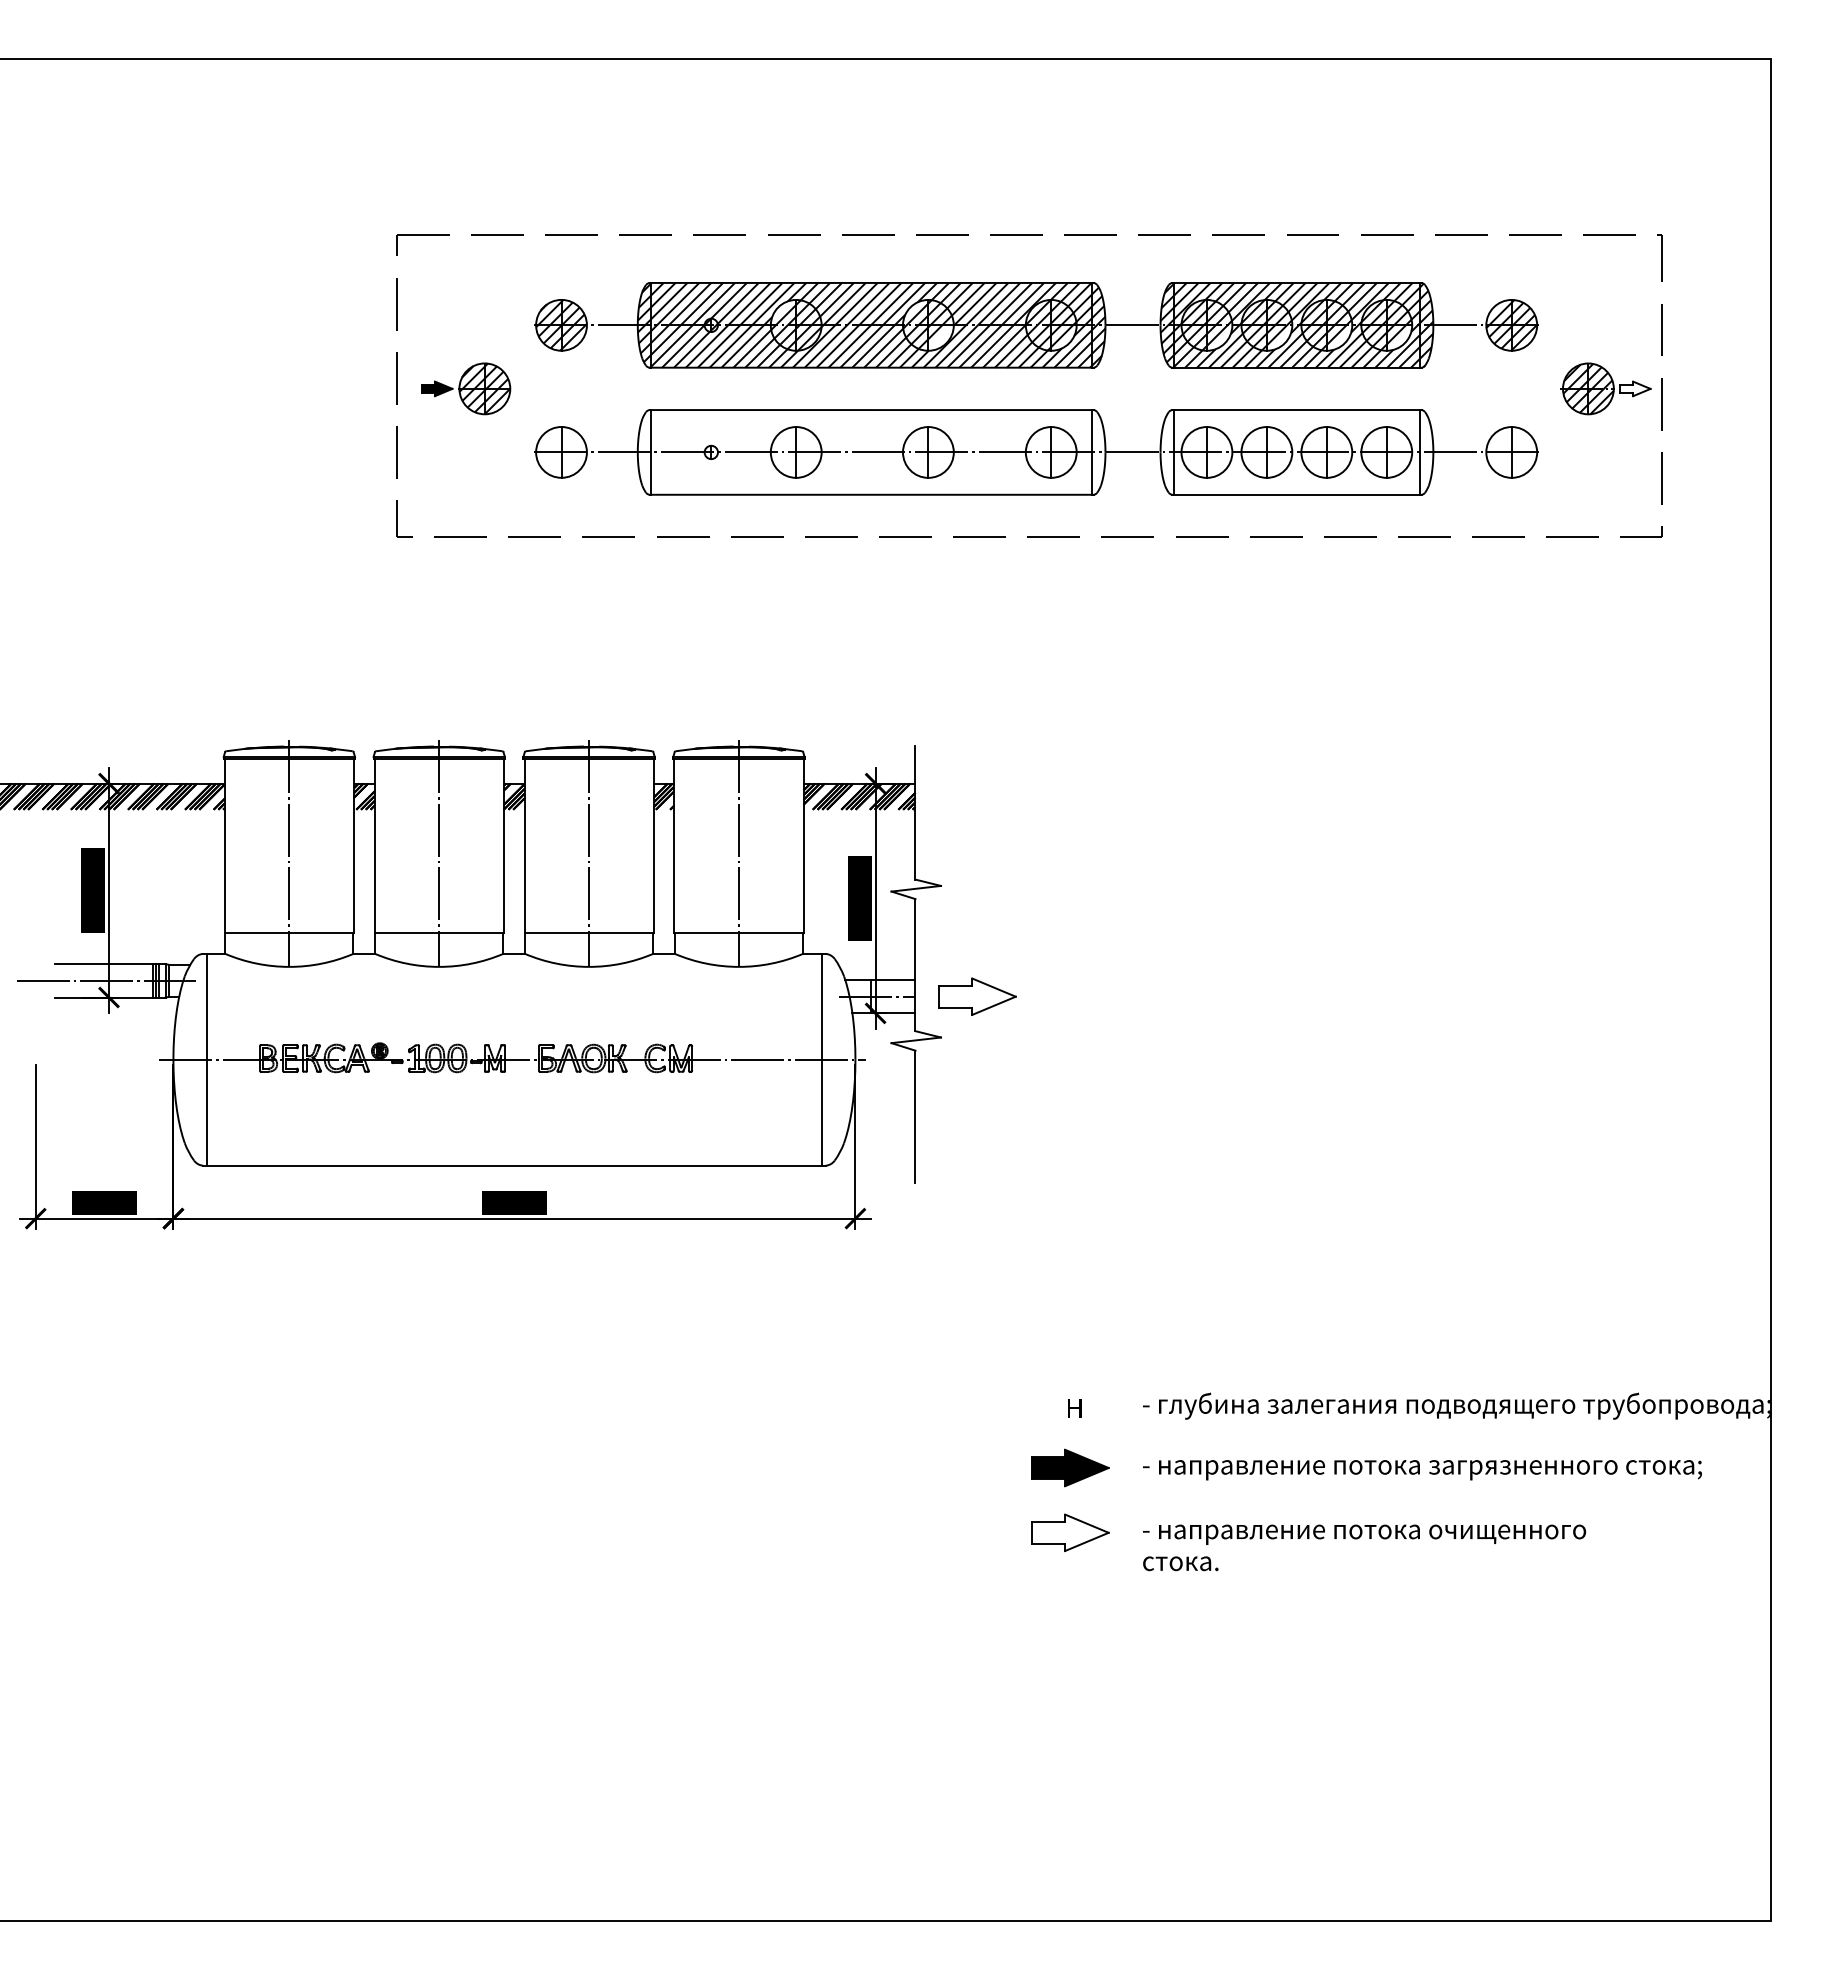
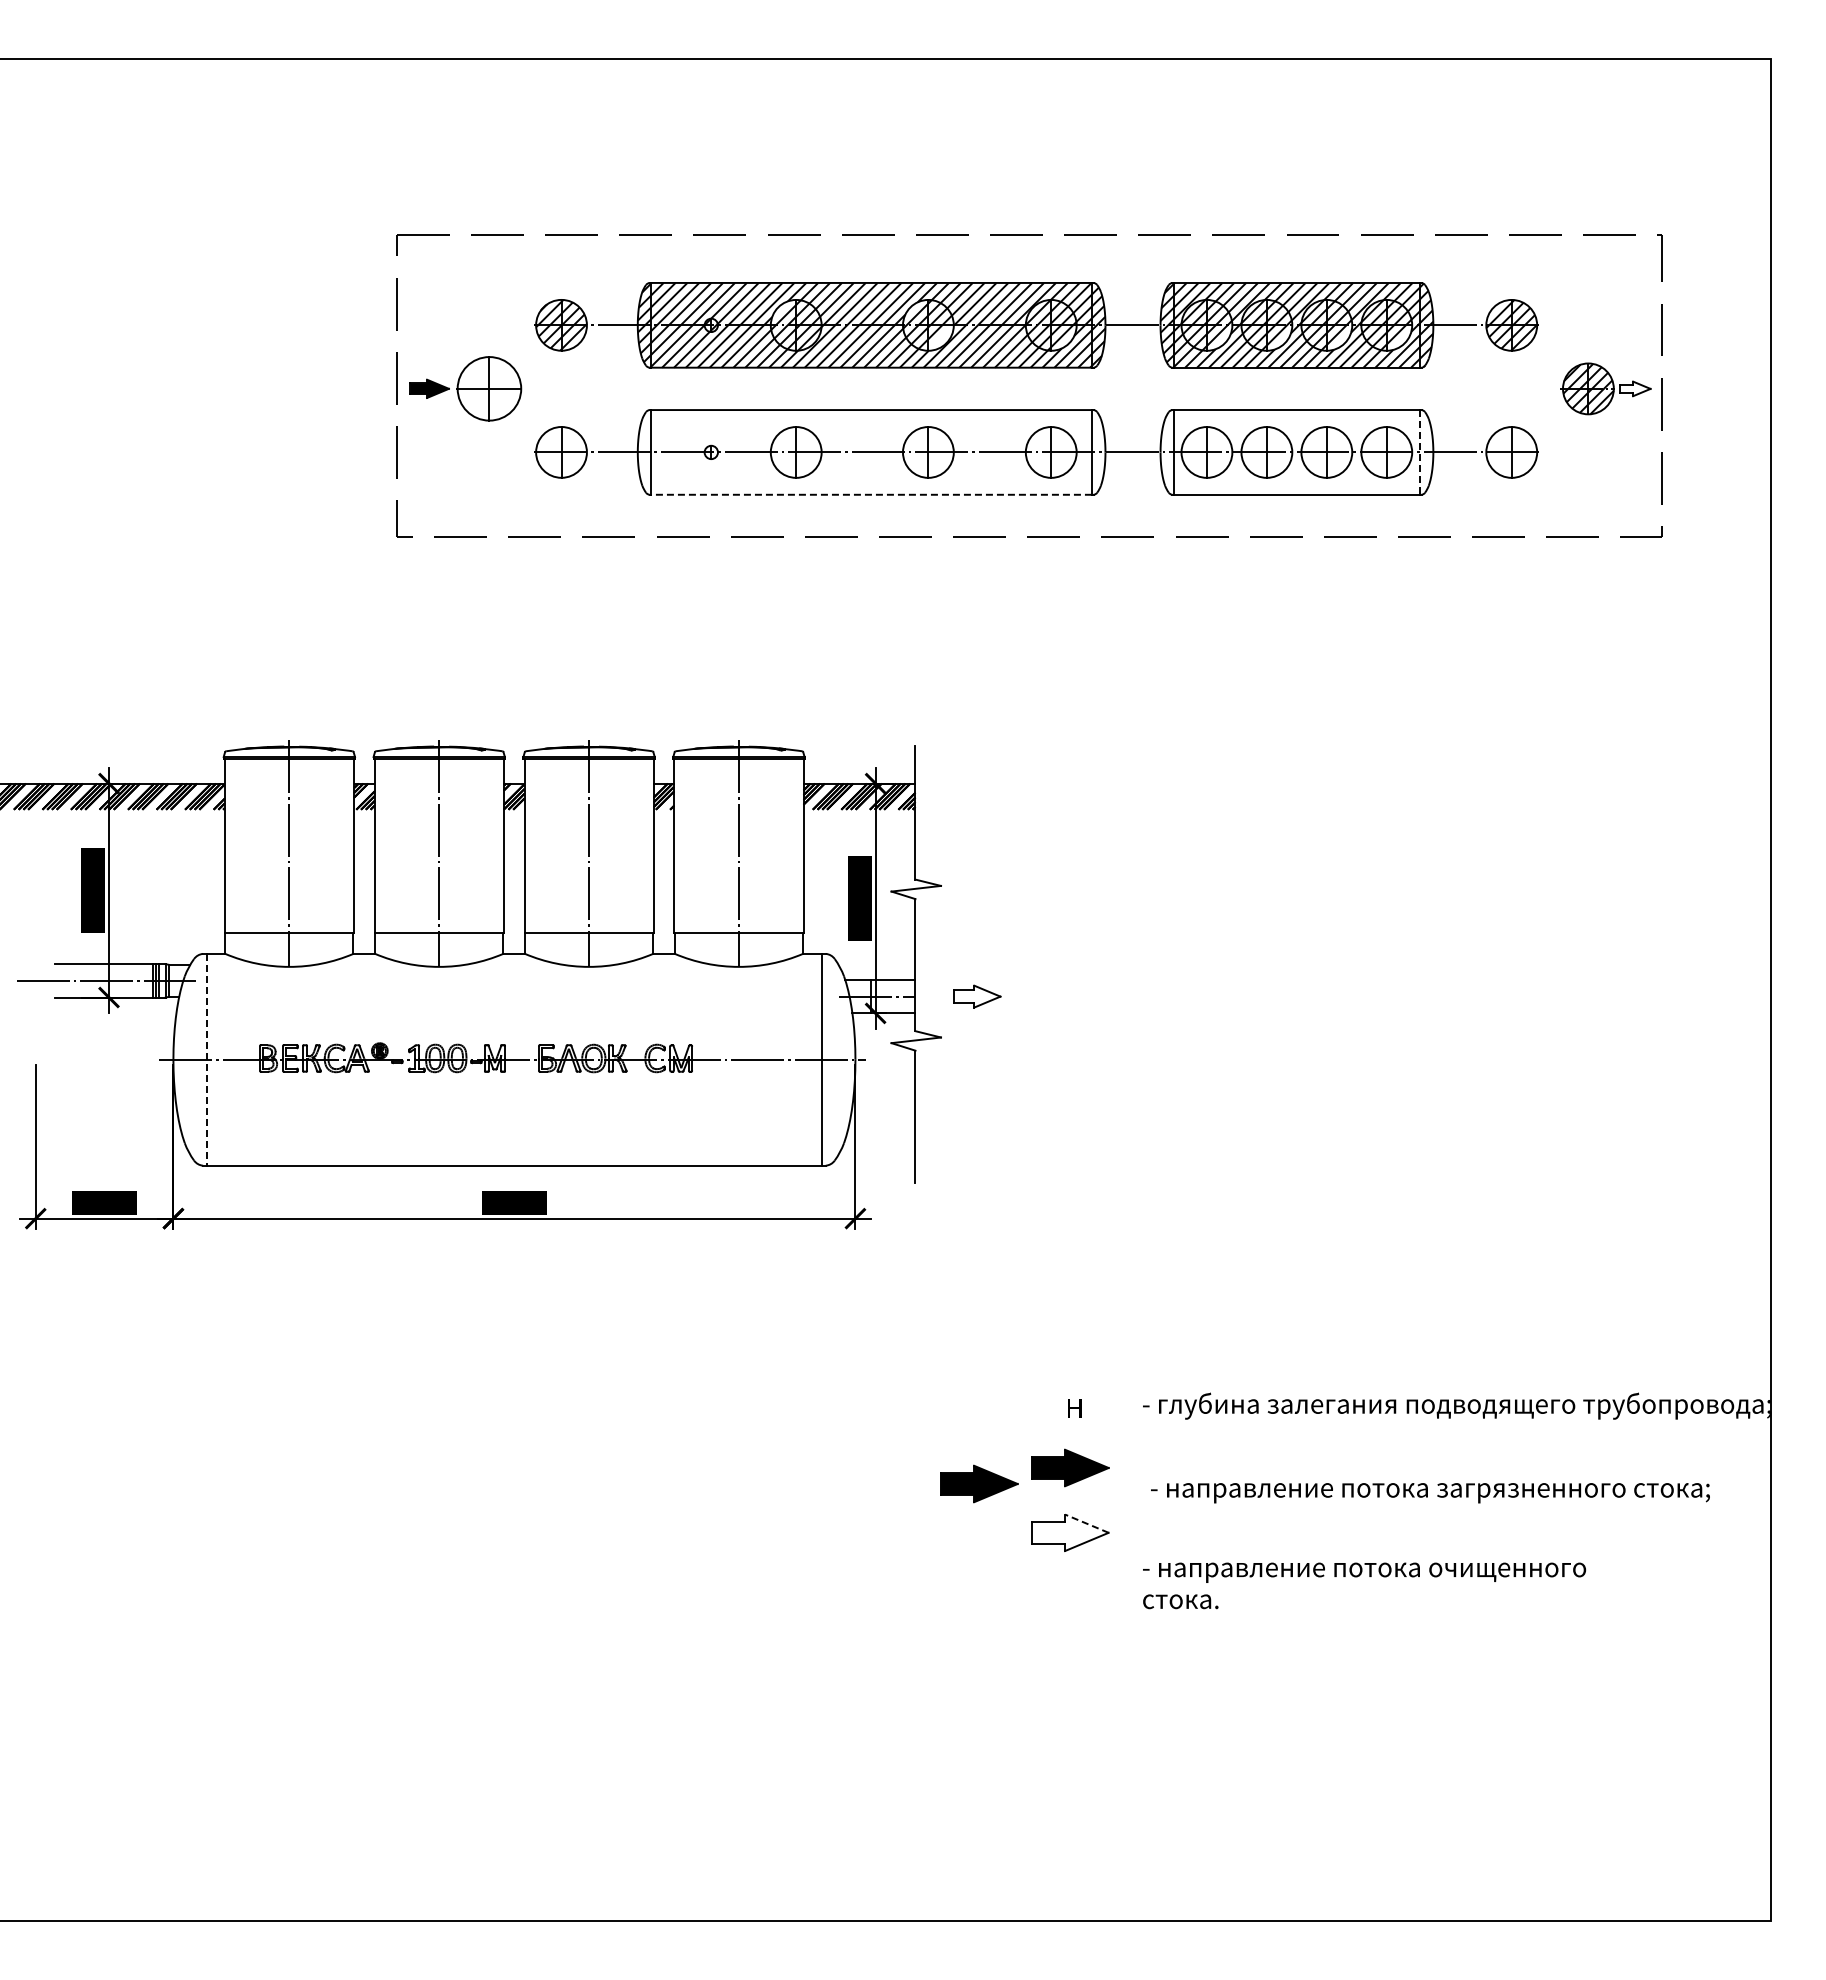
part at (466, 388) size: 91x54 px -> 114x66 px
line at (1419, 452): solid -> dashed
line at (871, 494): solid -> dashed
part at (977, 996) size: 79x39 px -> 49x25 px
line at (207, 1059): solid -> dashed
text at (1422, 1470) position: (1422, 1470) -> (1430, 1493)
part at (979, 1483): none -> present
line at (1086, 1523): solid -> dashed
text at (1364, 1547) position: (1364, 1547) -> (1364, 1585)
